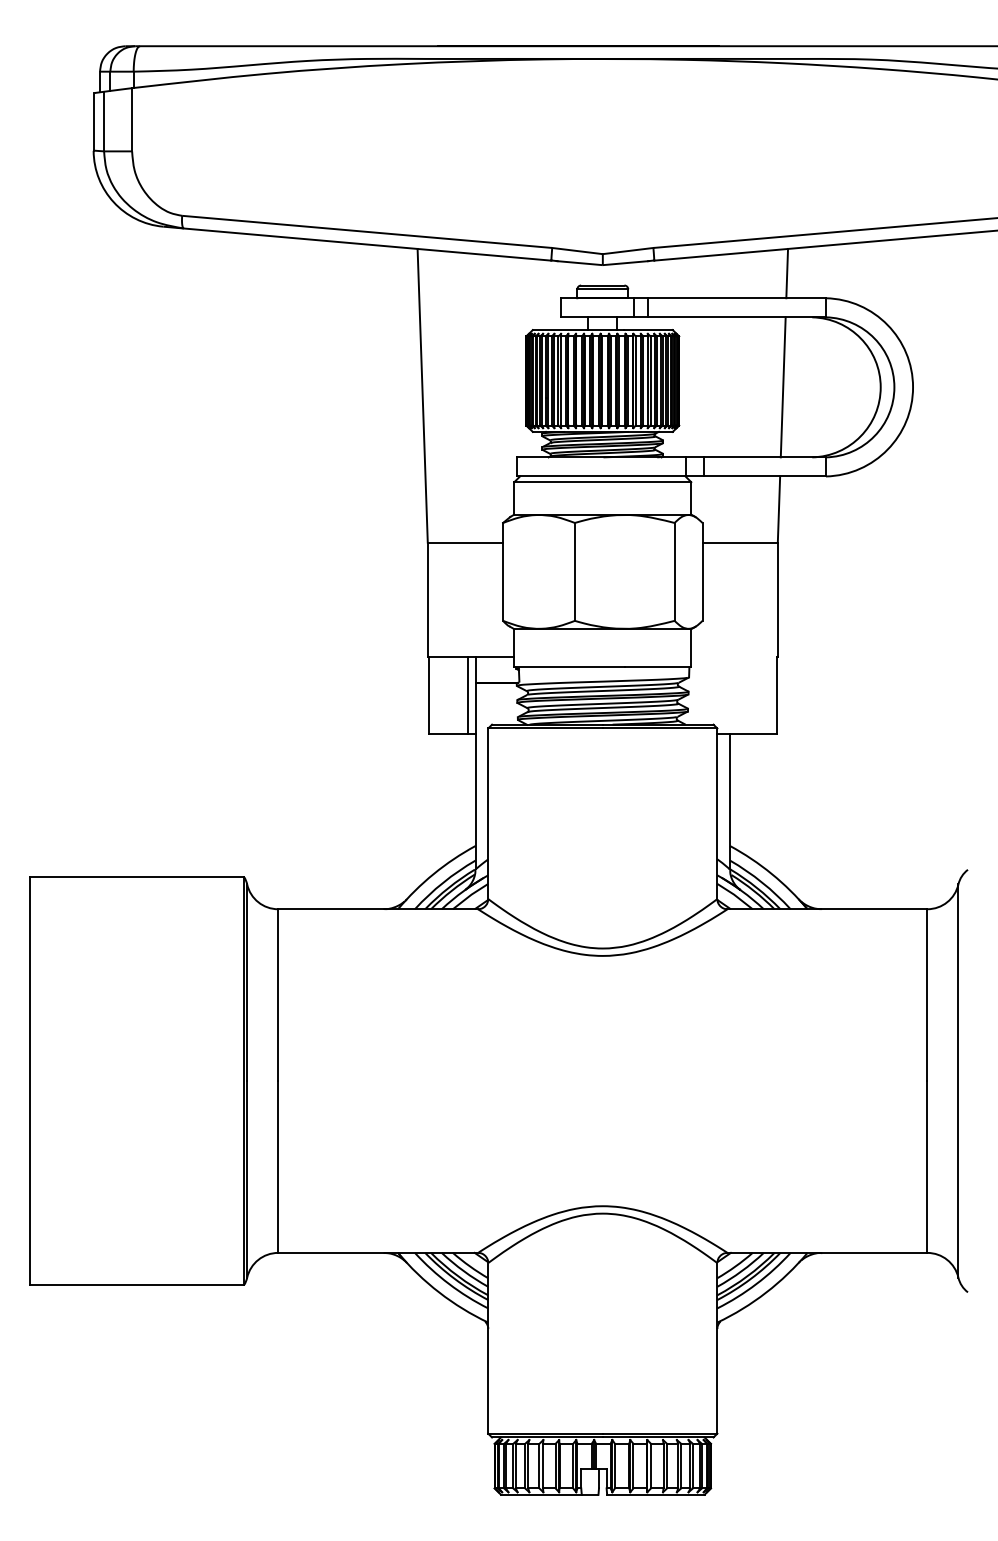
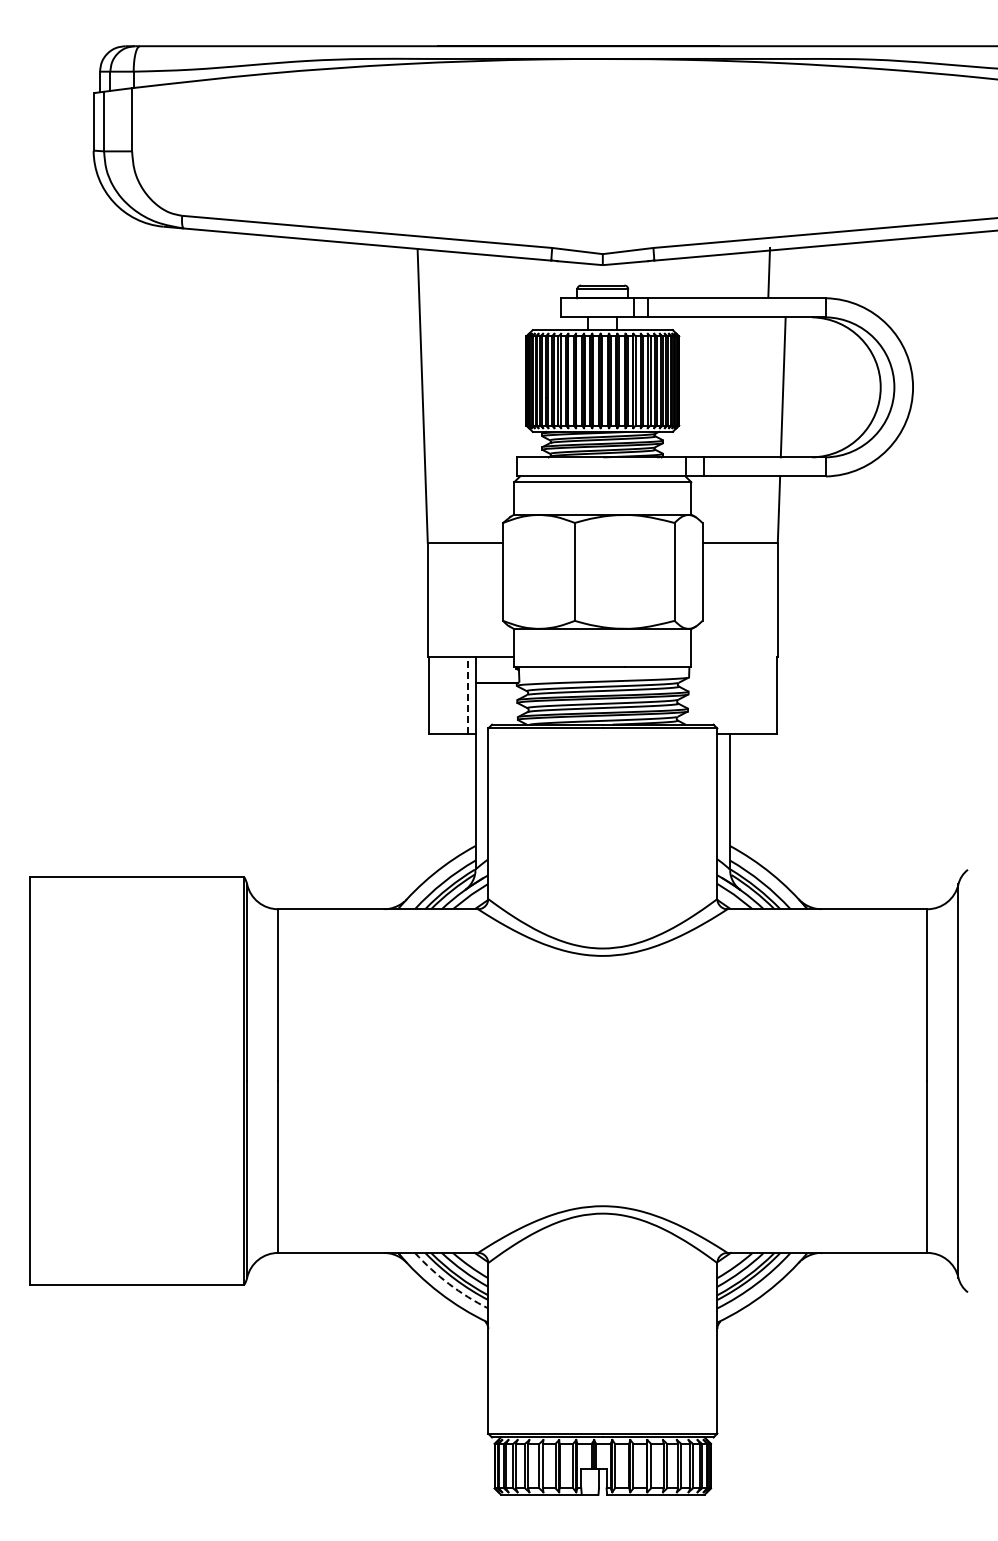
line at (787, 273) position: (787, 273) -> (769, 272)
line at (467, 694): solid -> dashed
arc at (449, 1284): solid -> dashed
